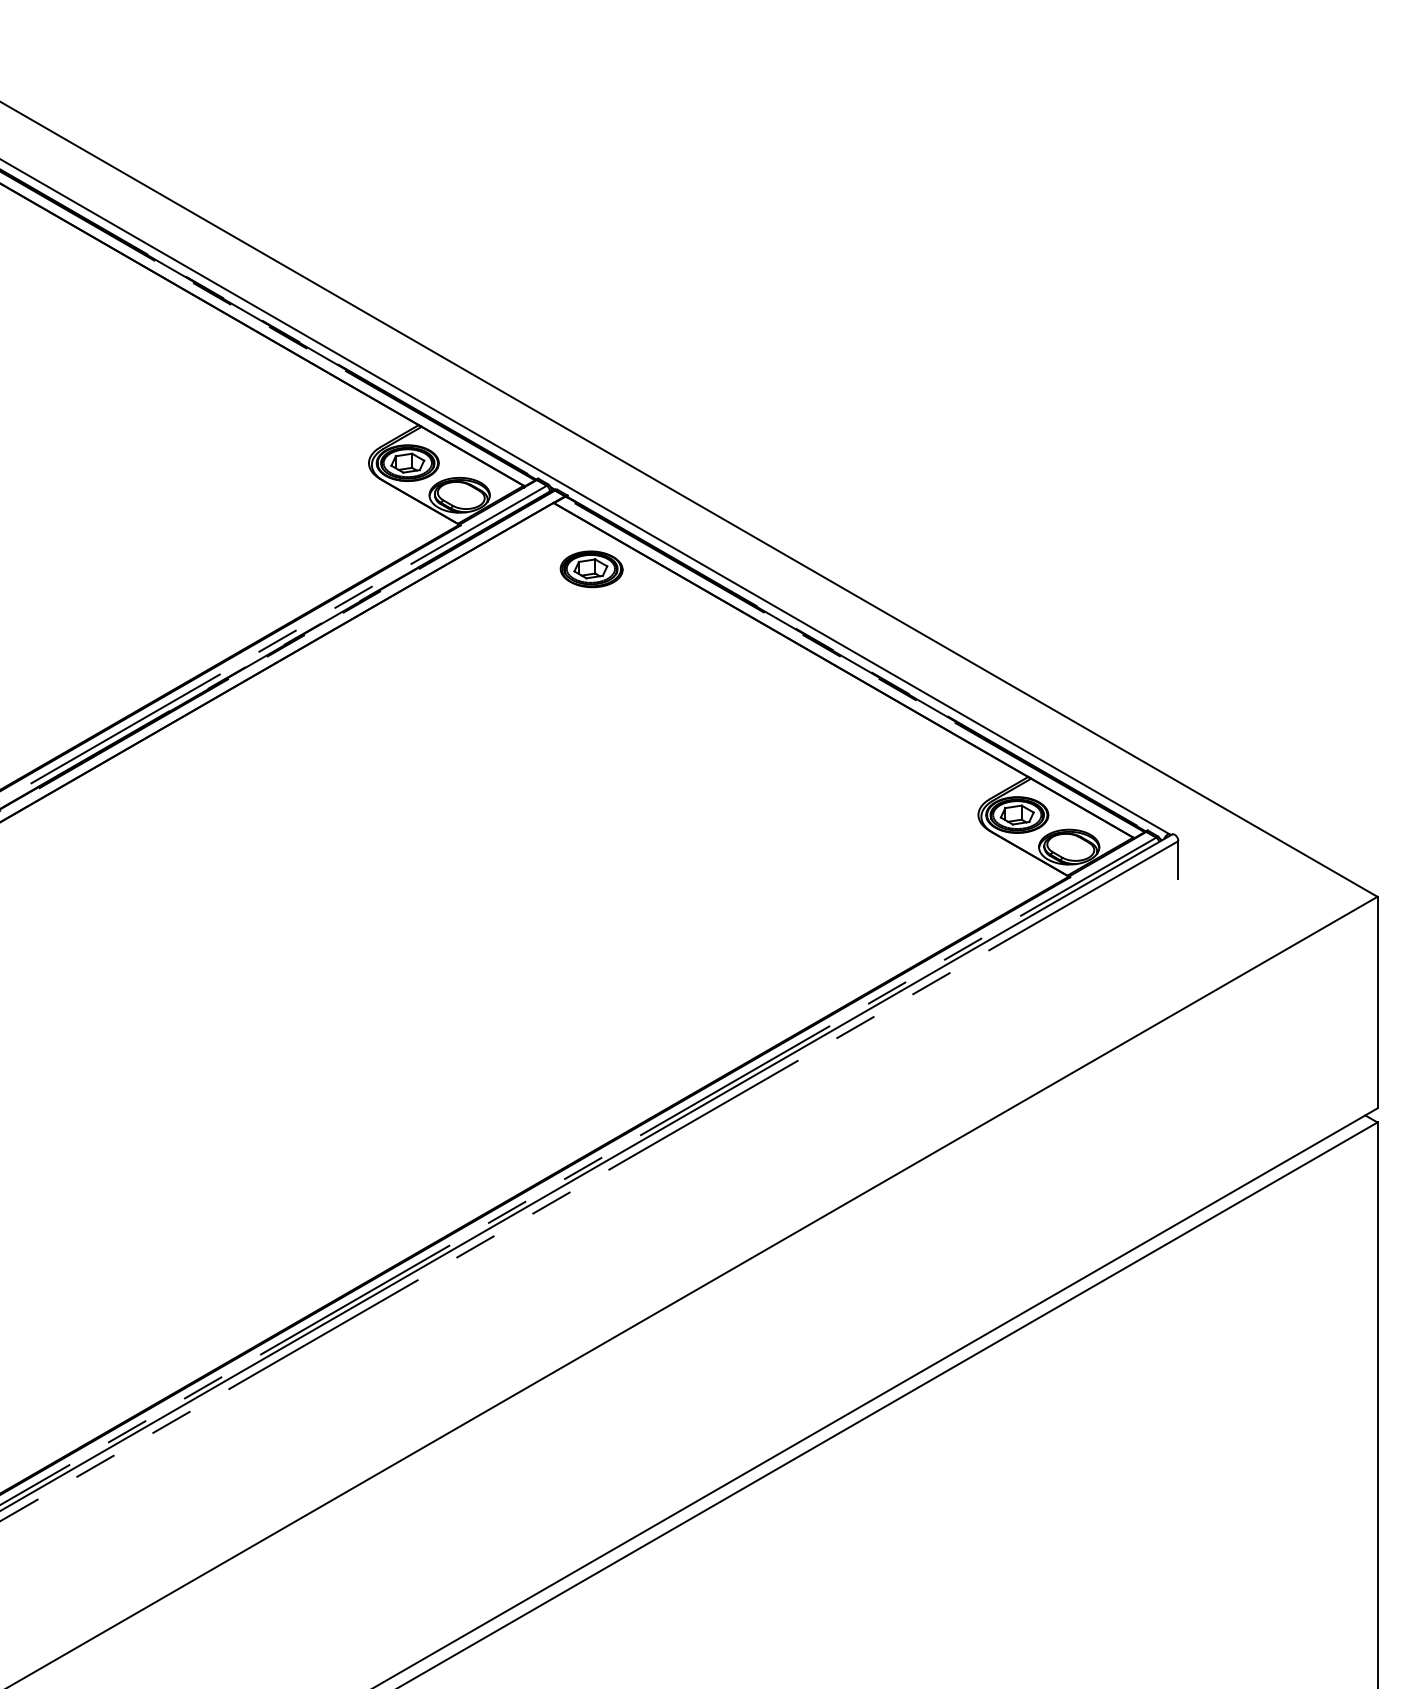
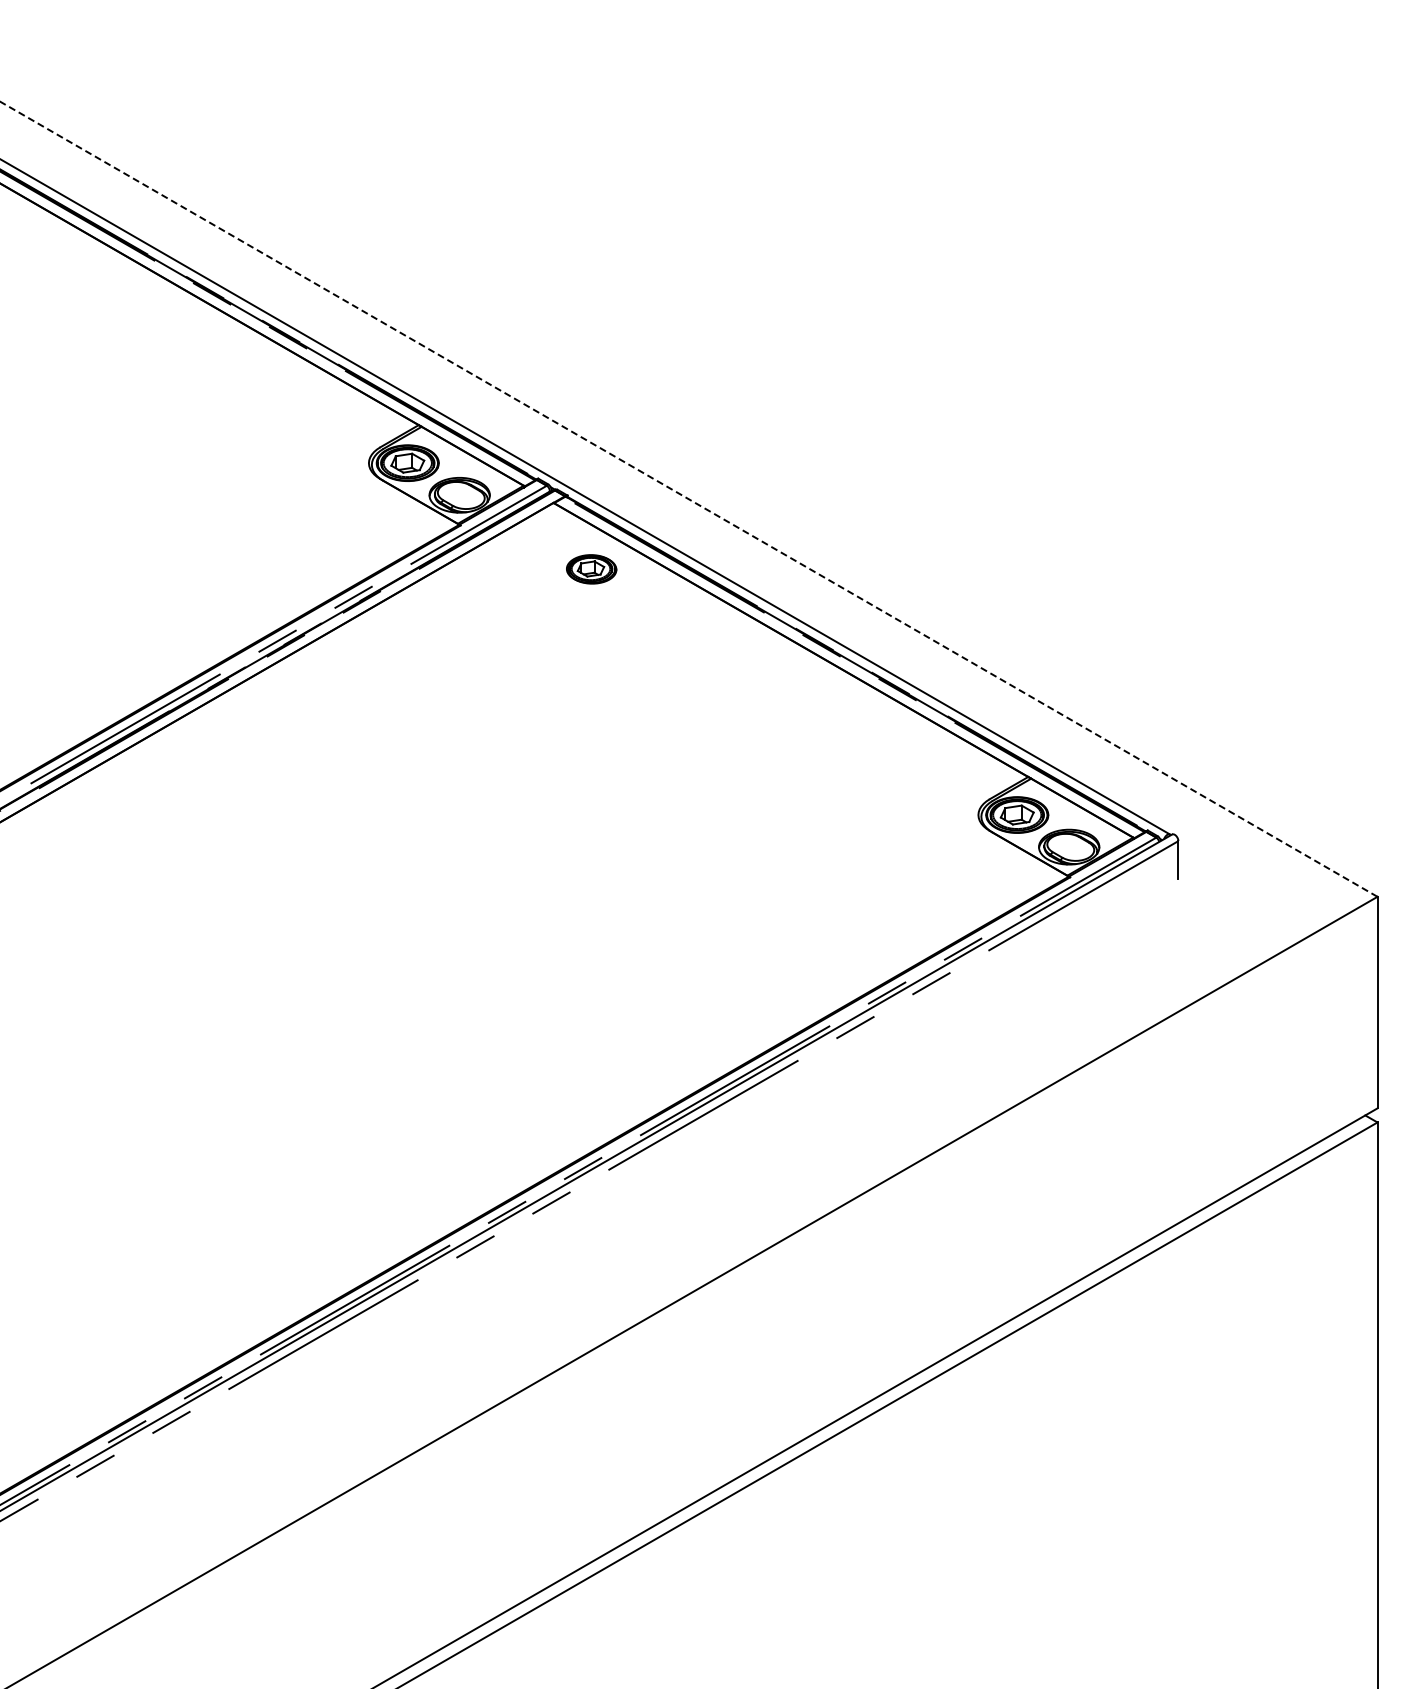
line at (688, 498): solid -> dashed
part at (591, 569) size: 65x39 px -> 52x31 px
